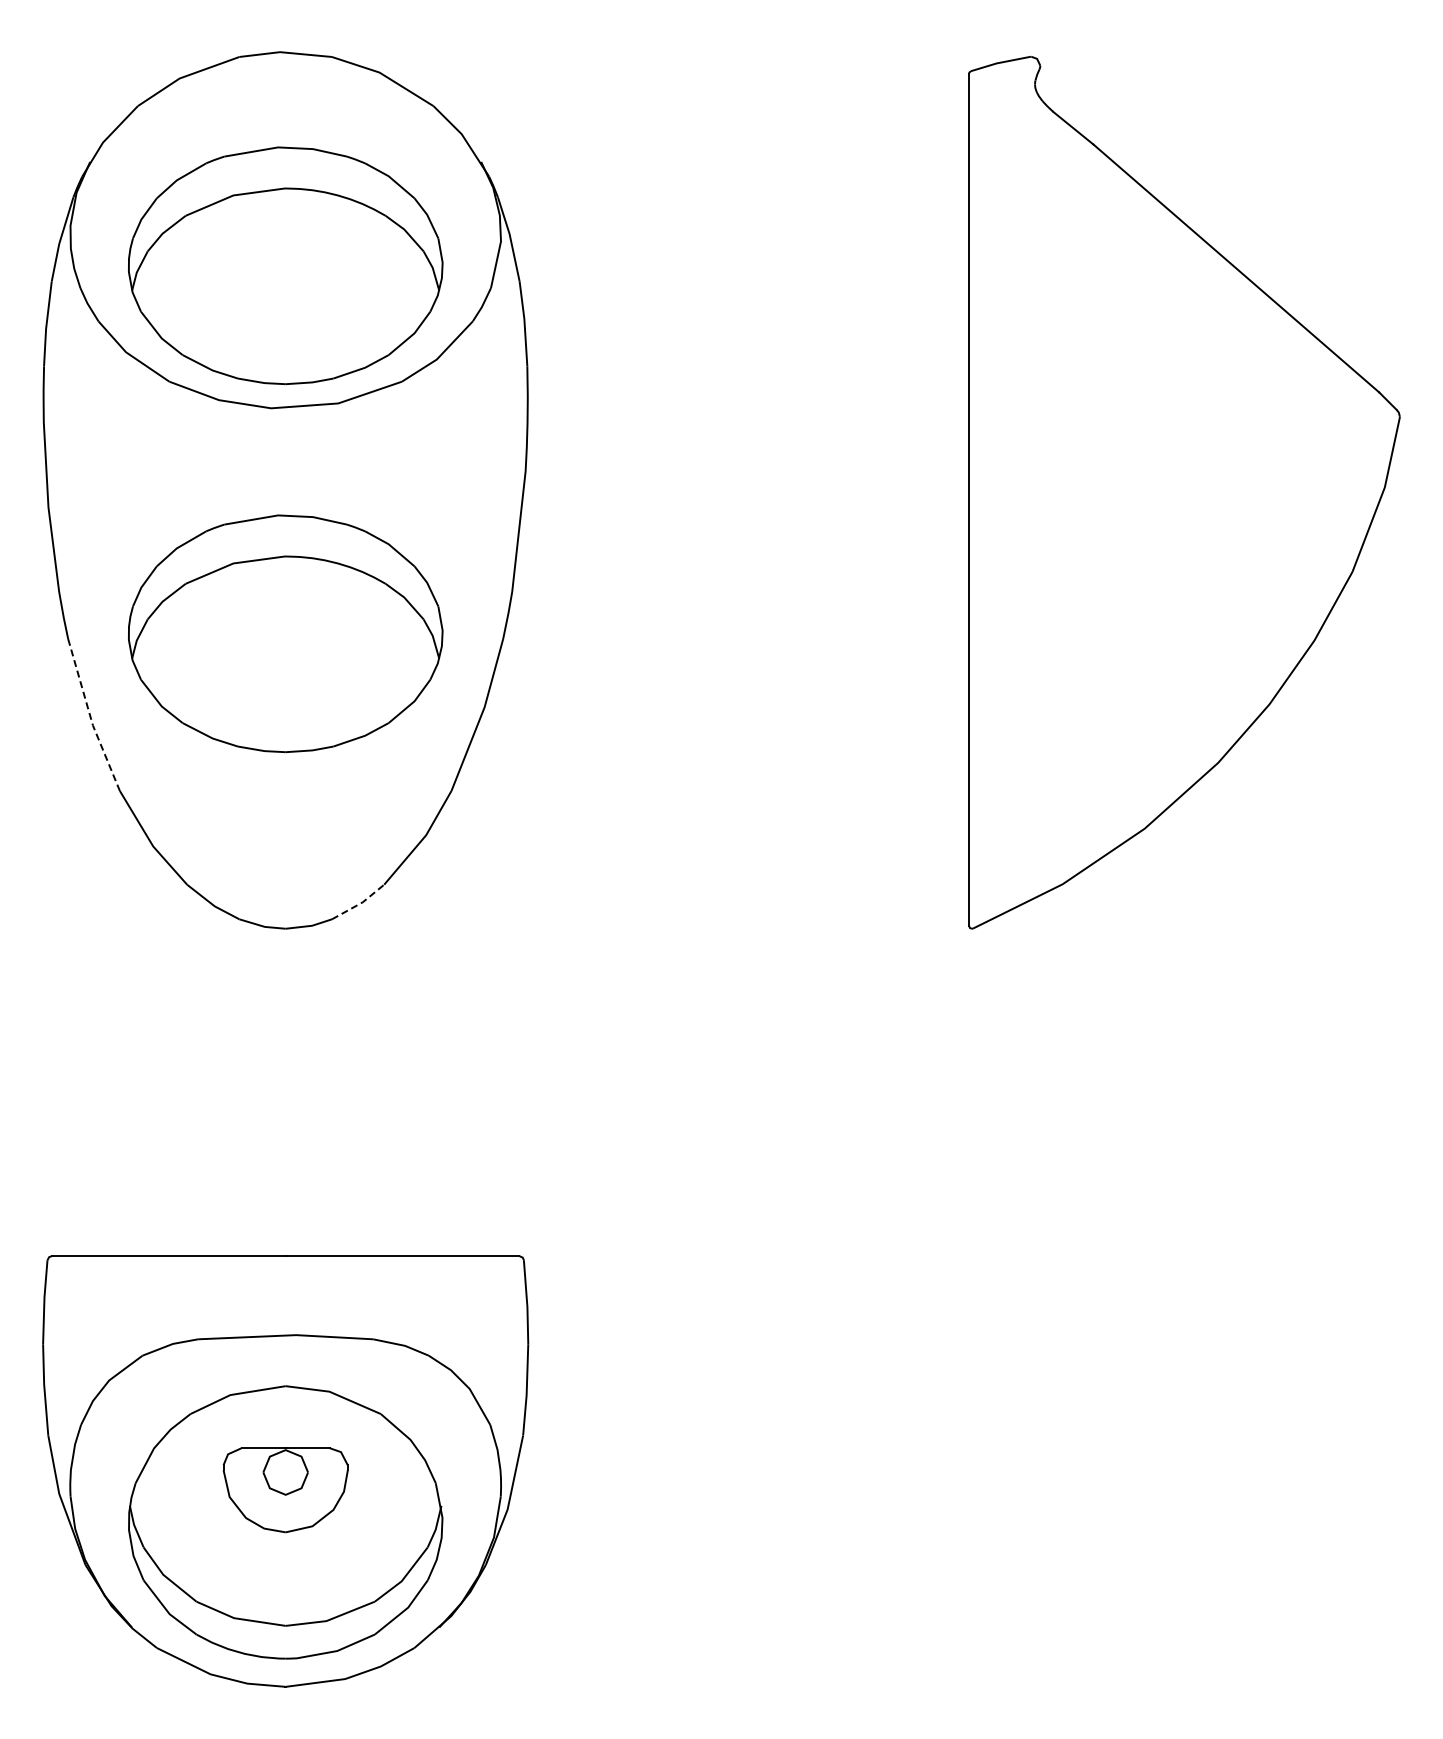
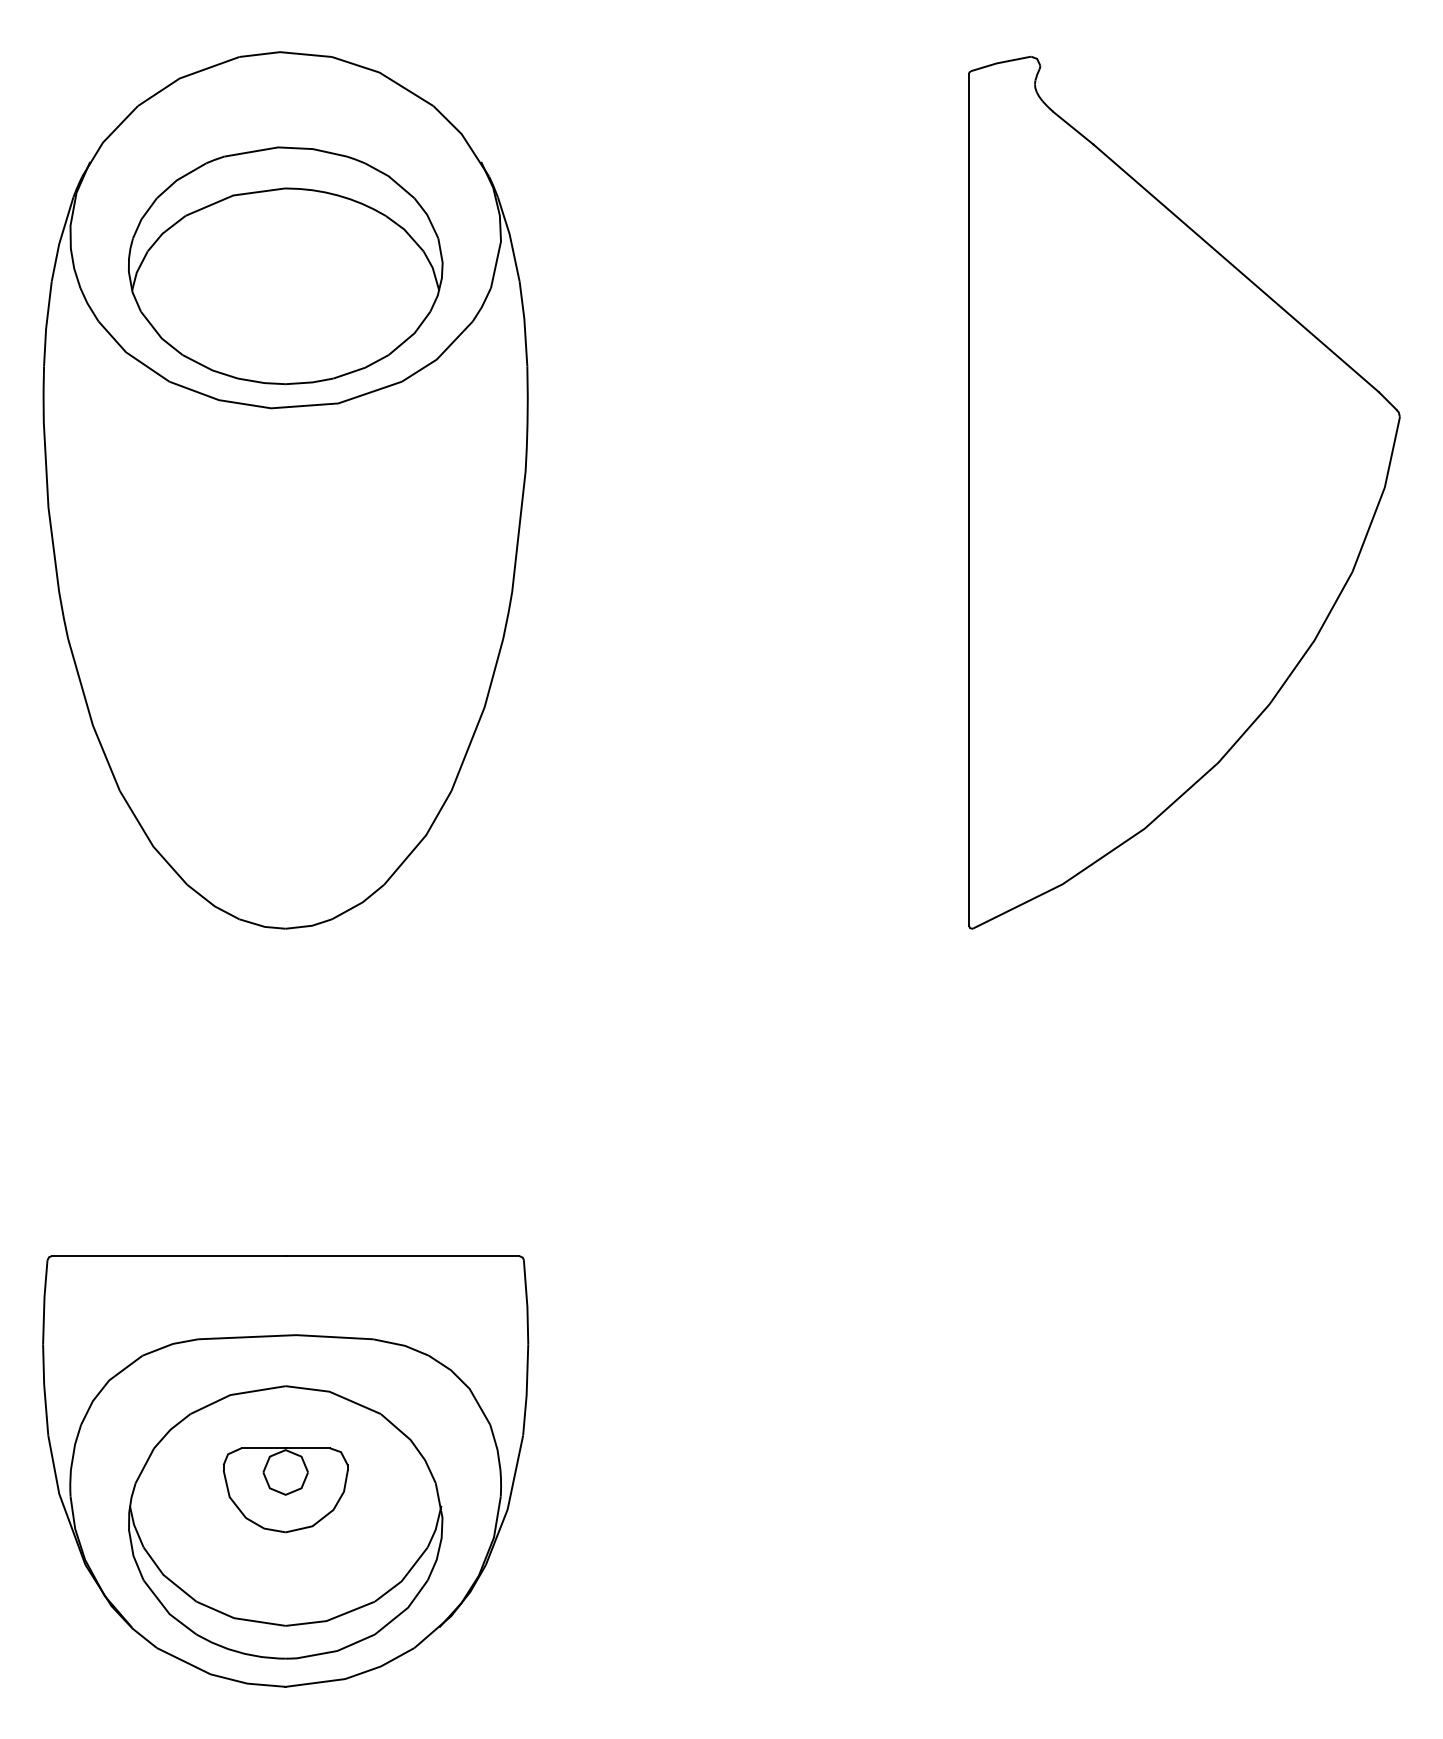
part at (285, 633): present -> none
line at (90, 716): dashed -> solid
line at (360, 903): dashed -> solid
